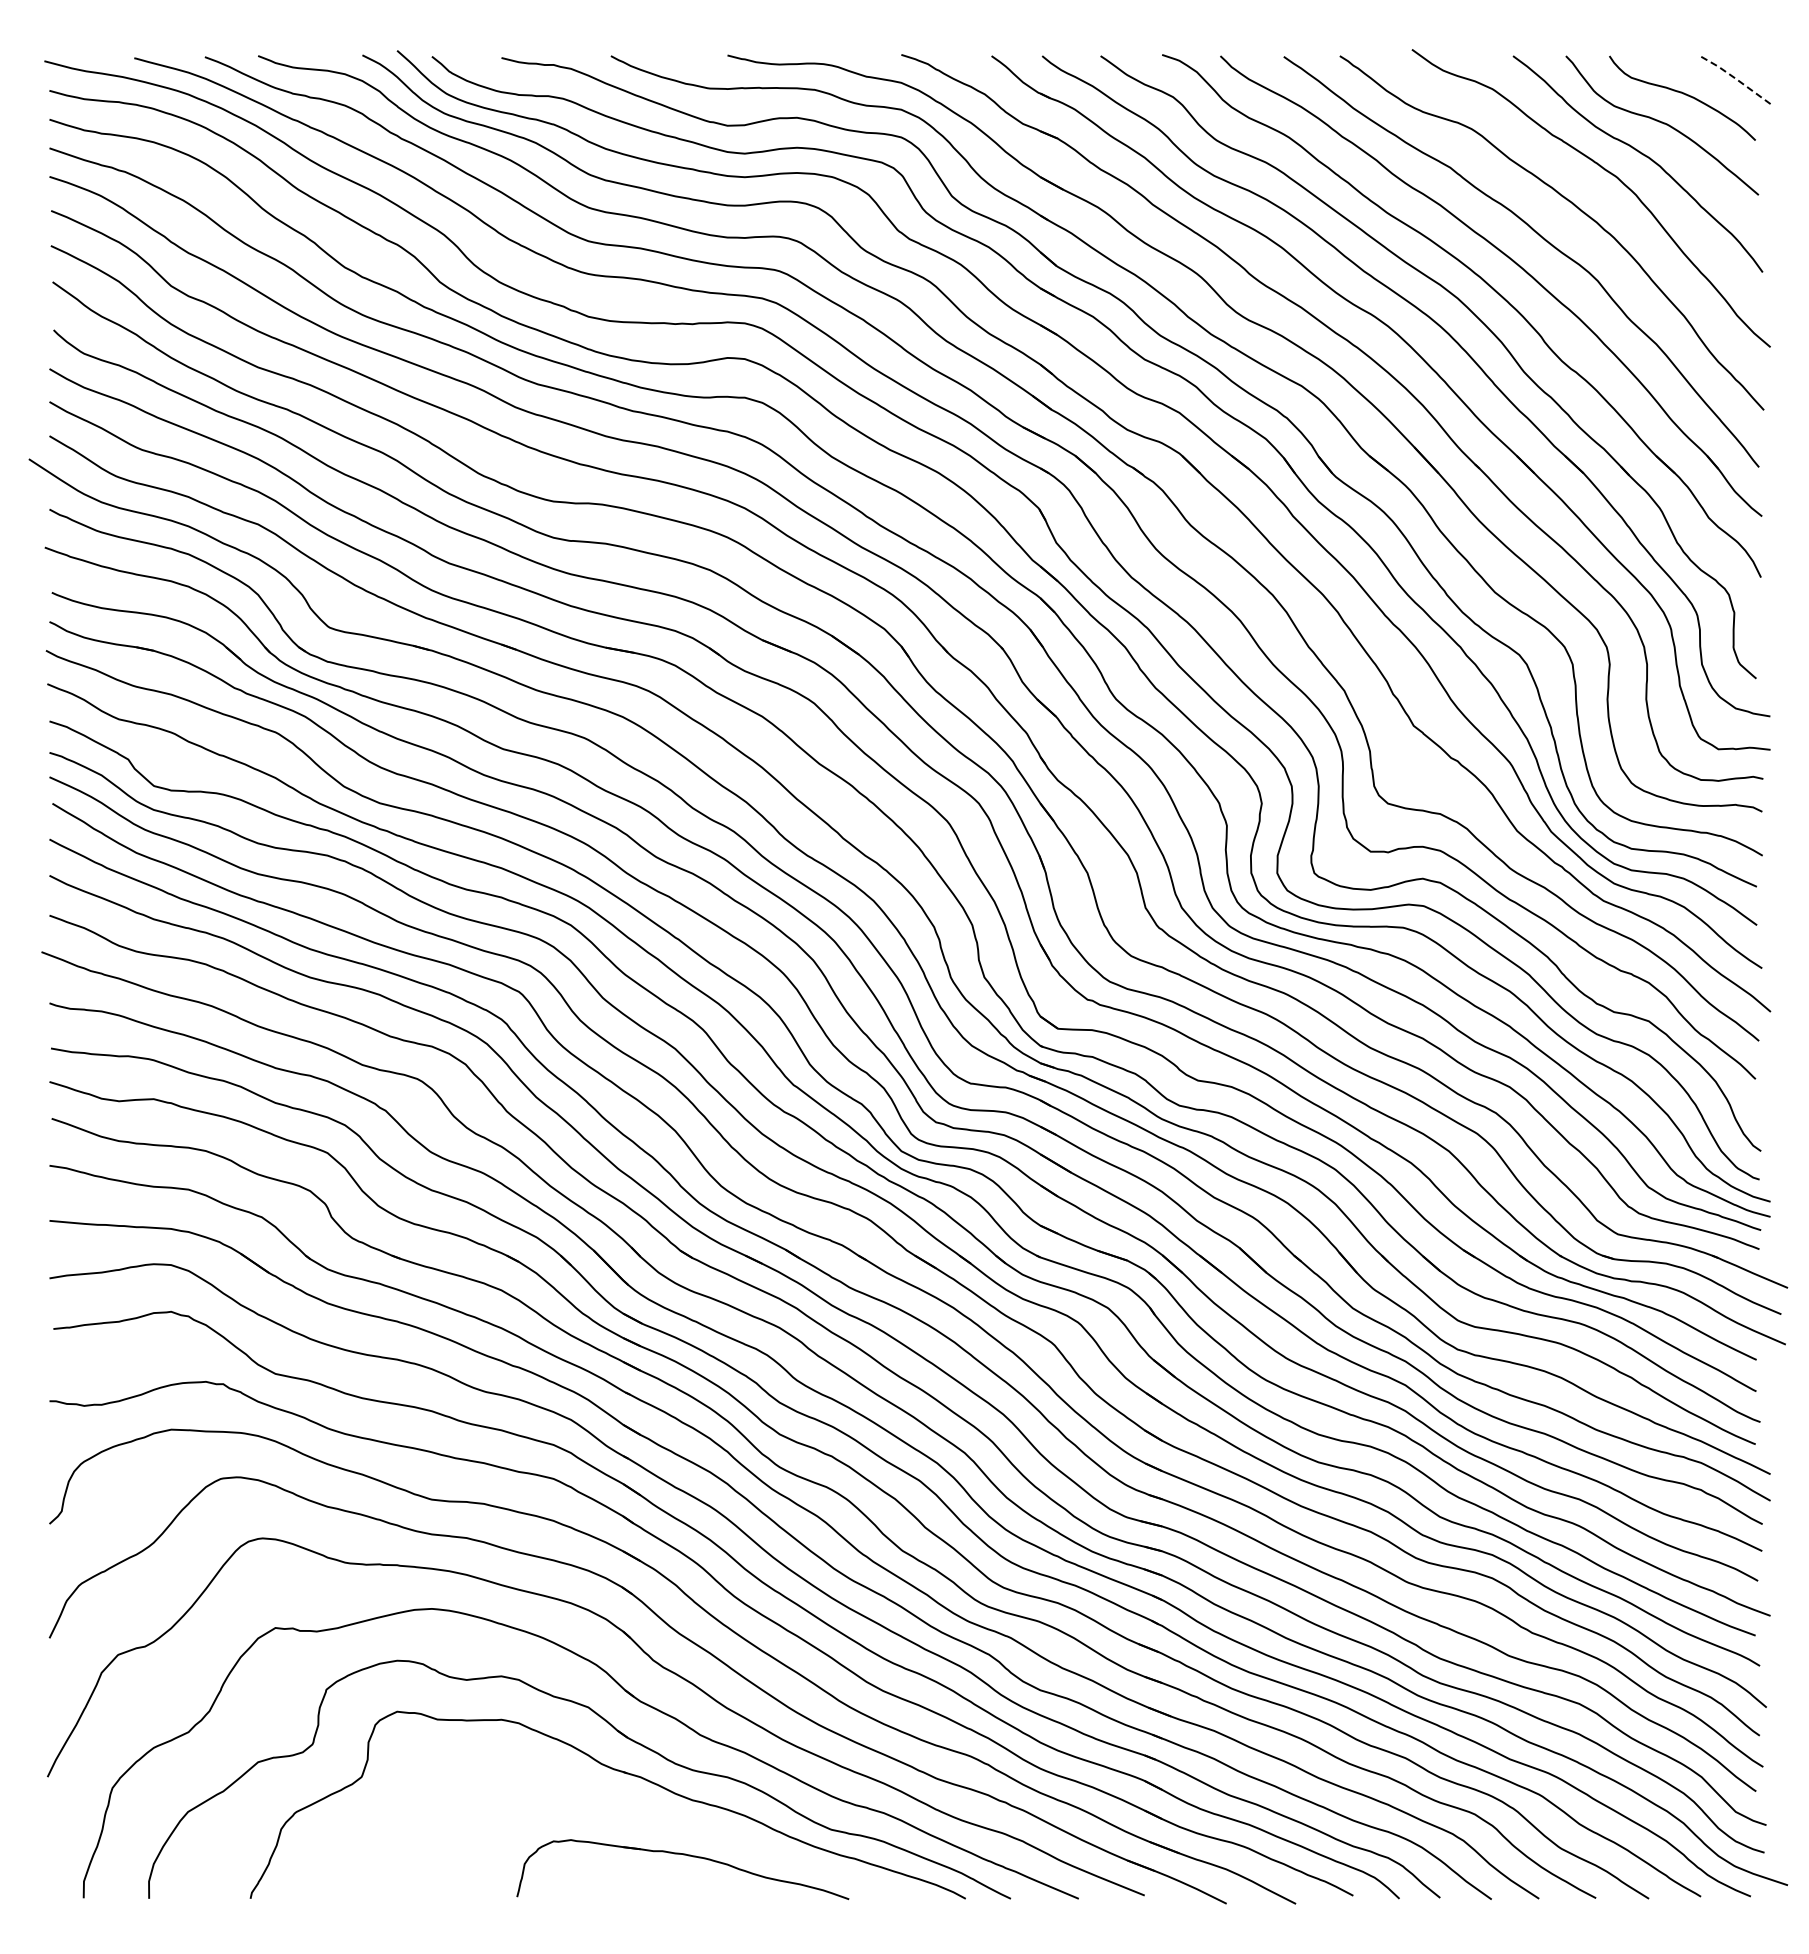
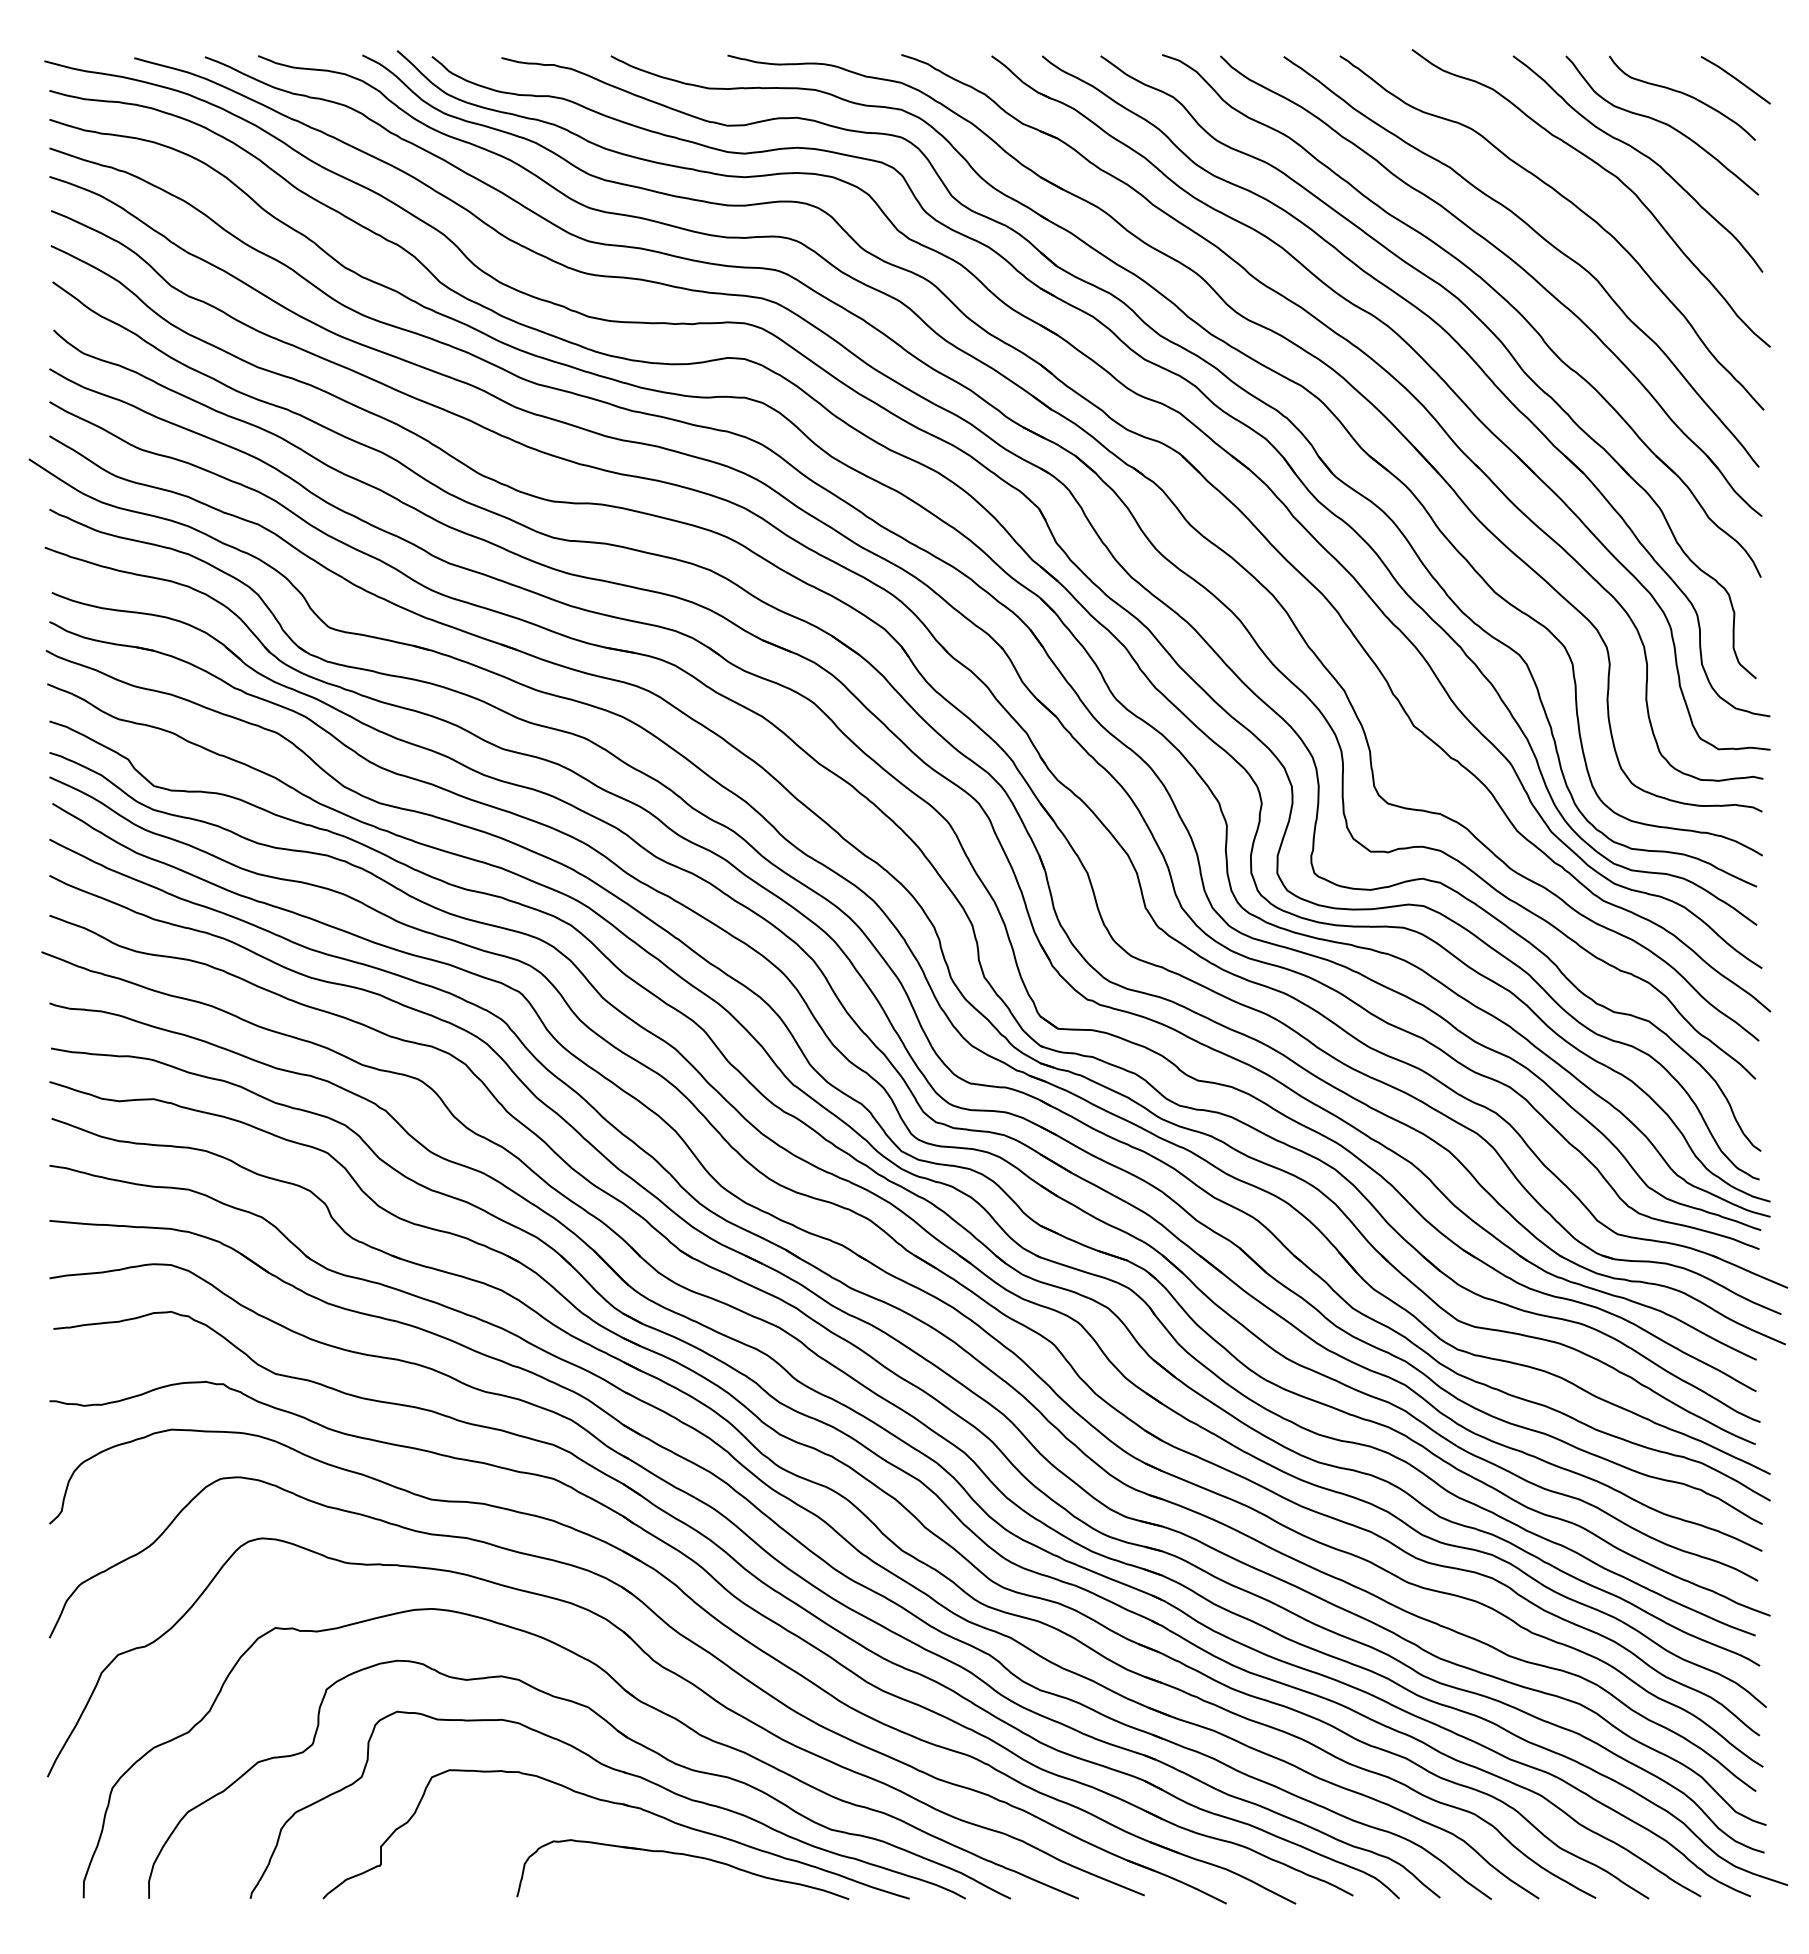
line at (1735, 78): dashed -> solid
part at (622, 1805): none -> present
